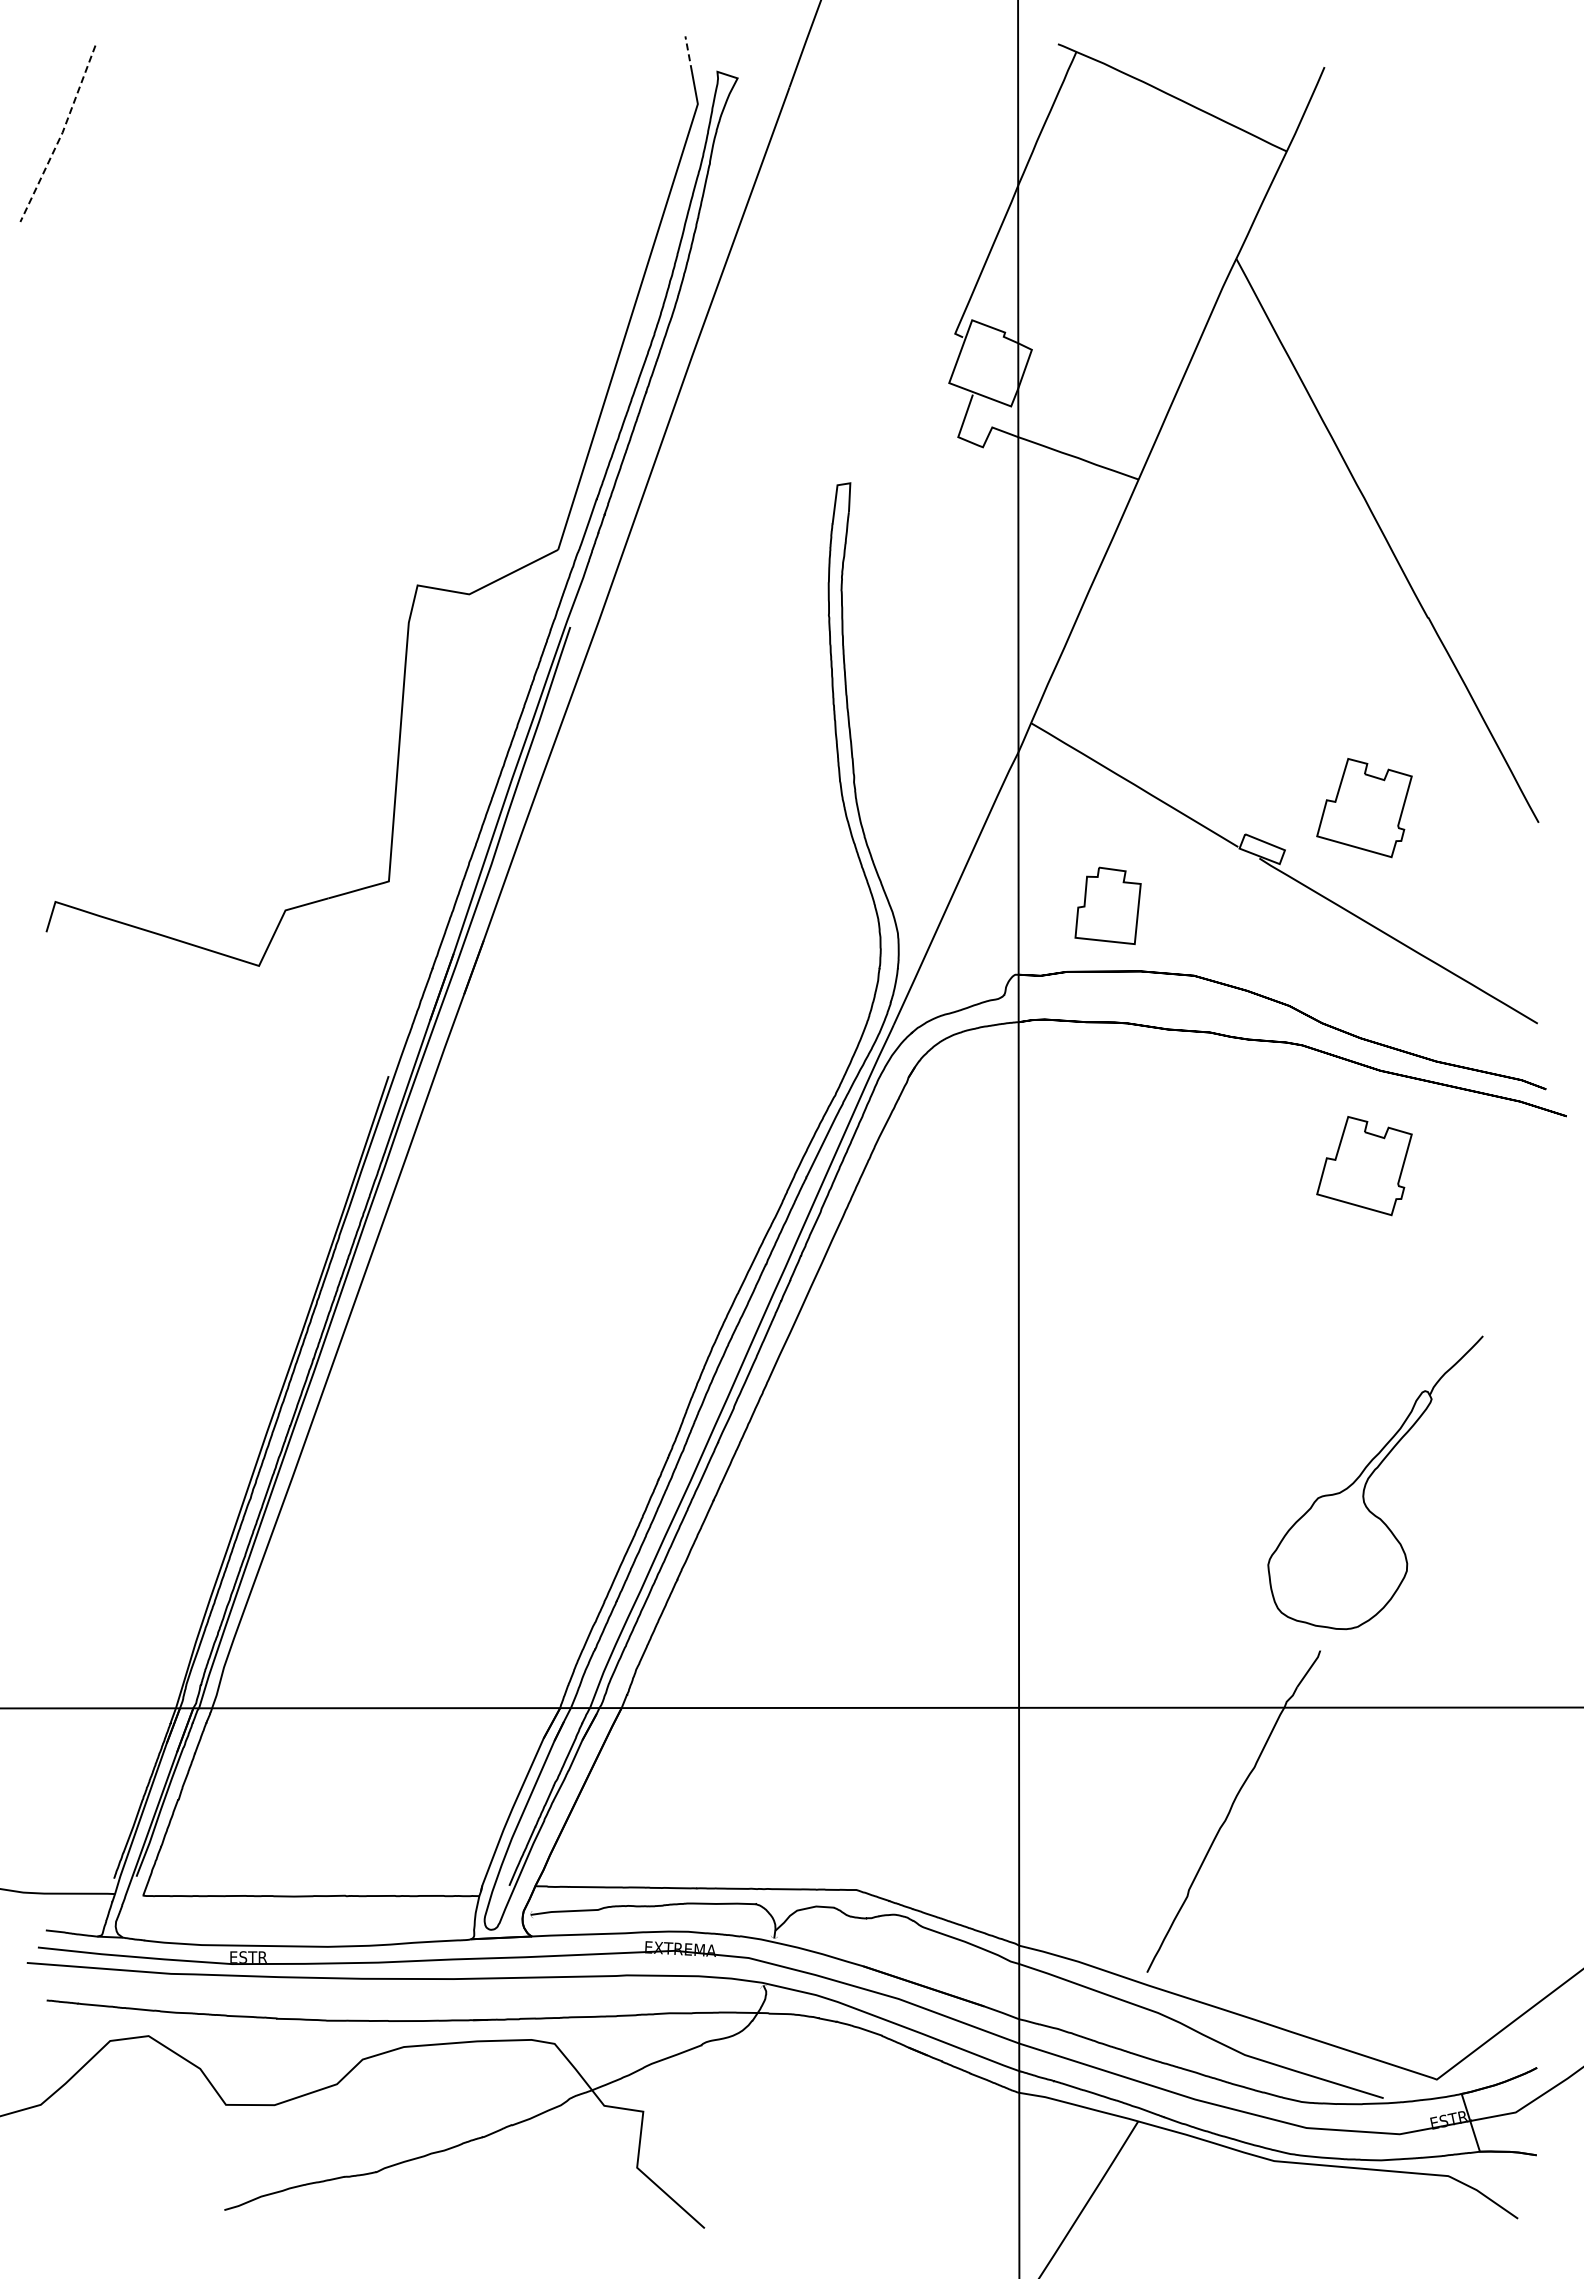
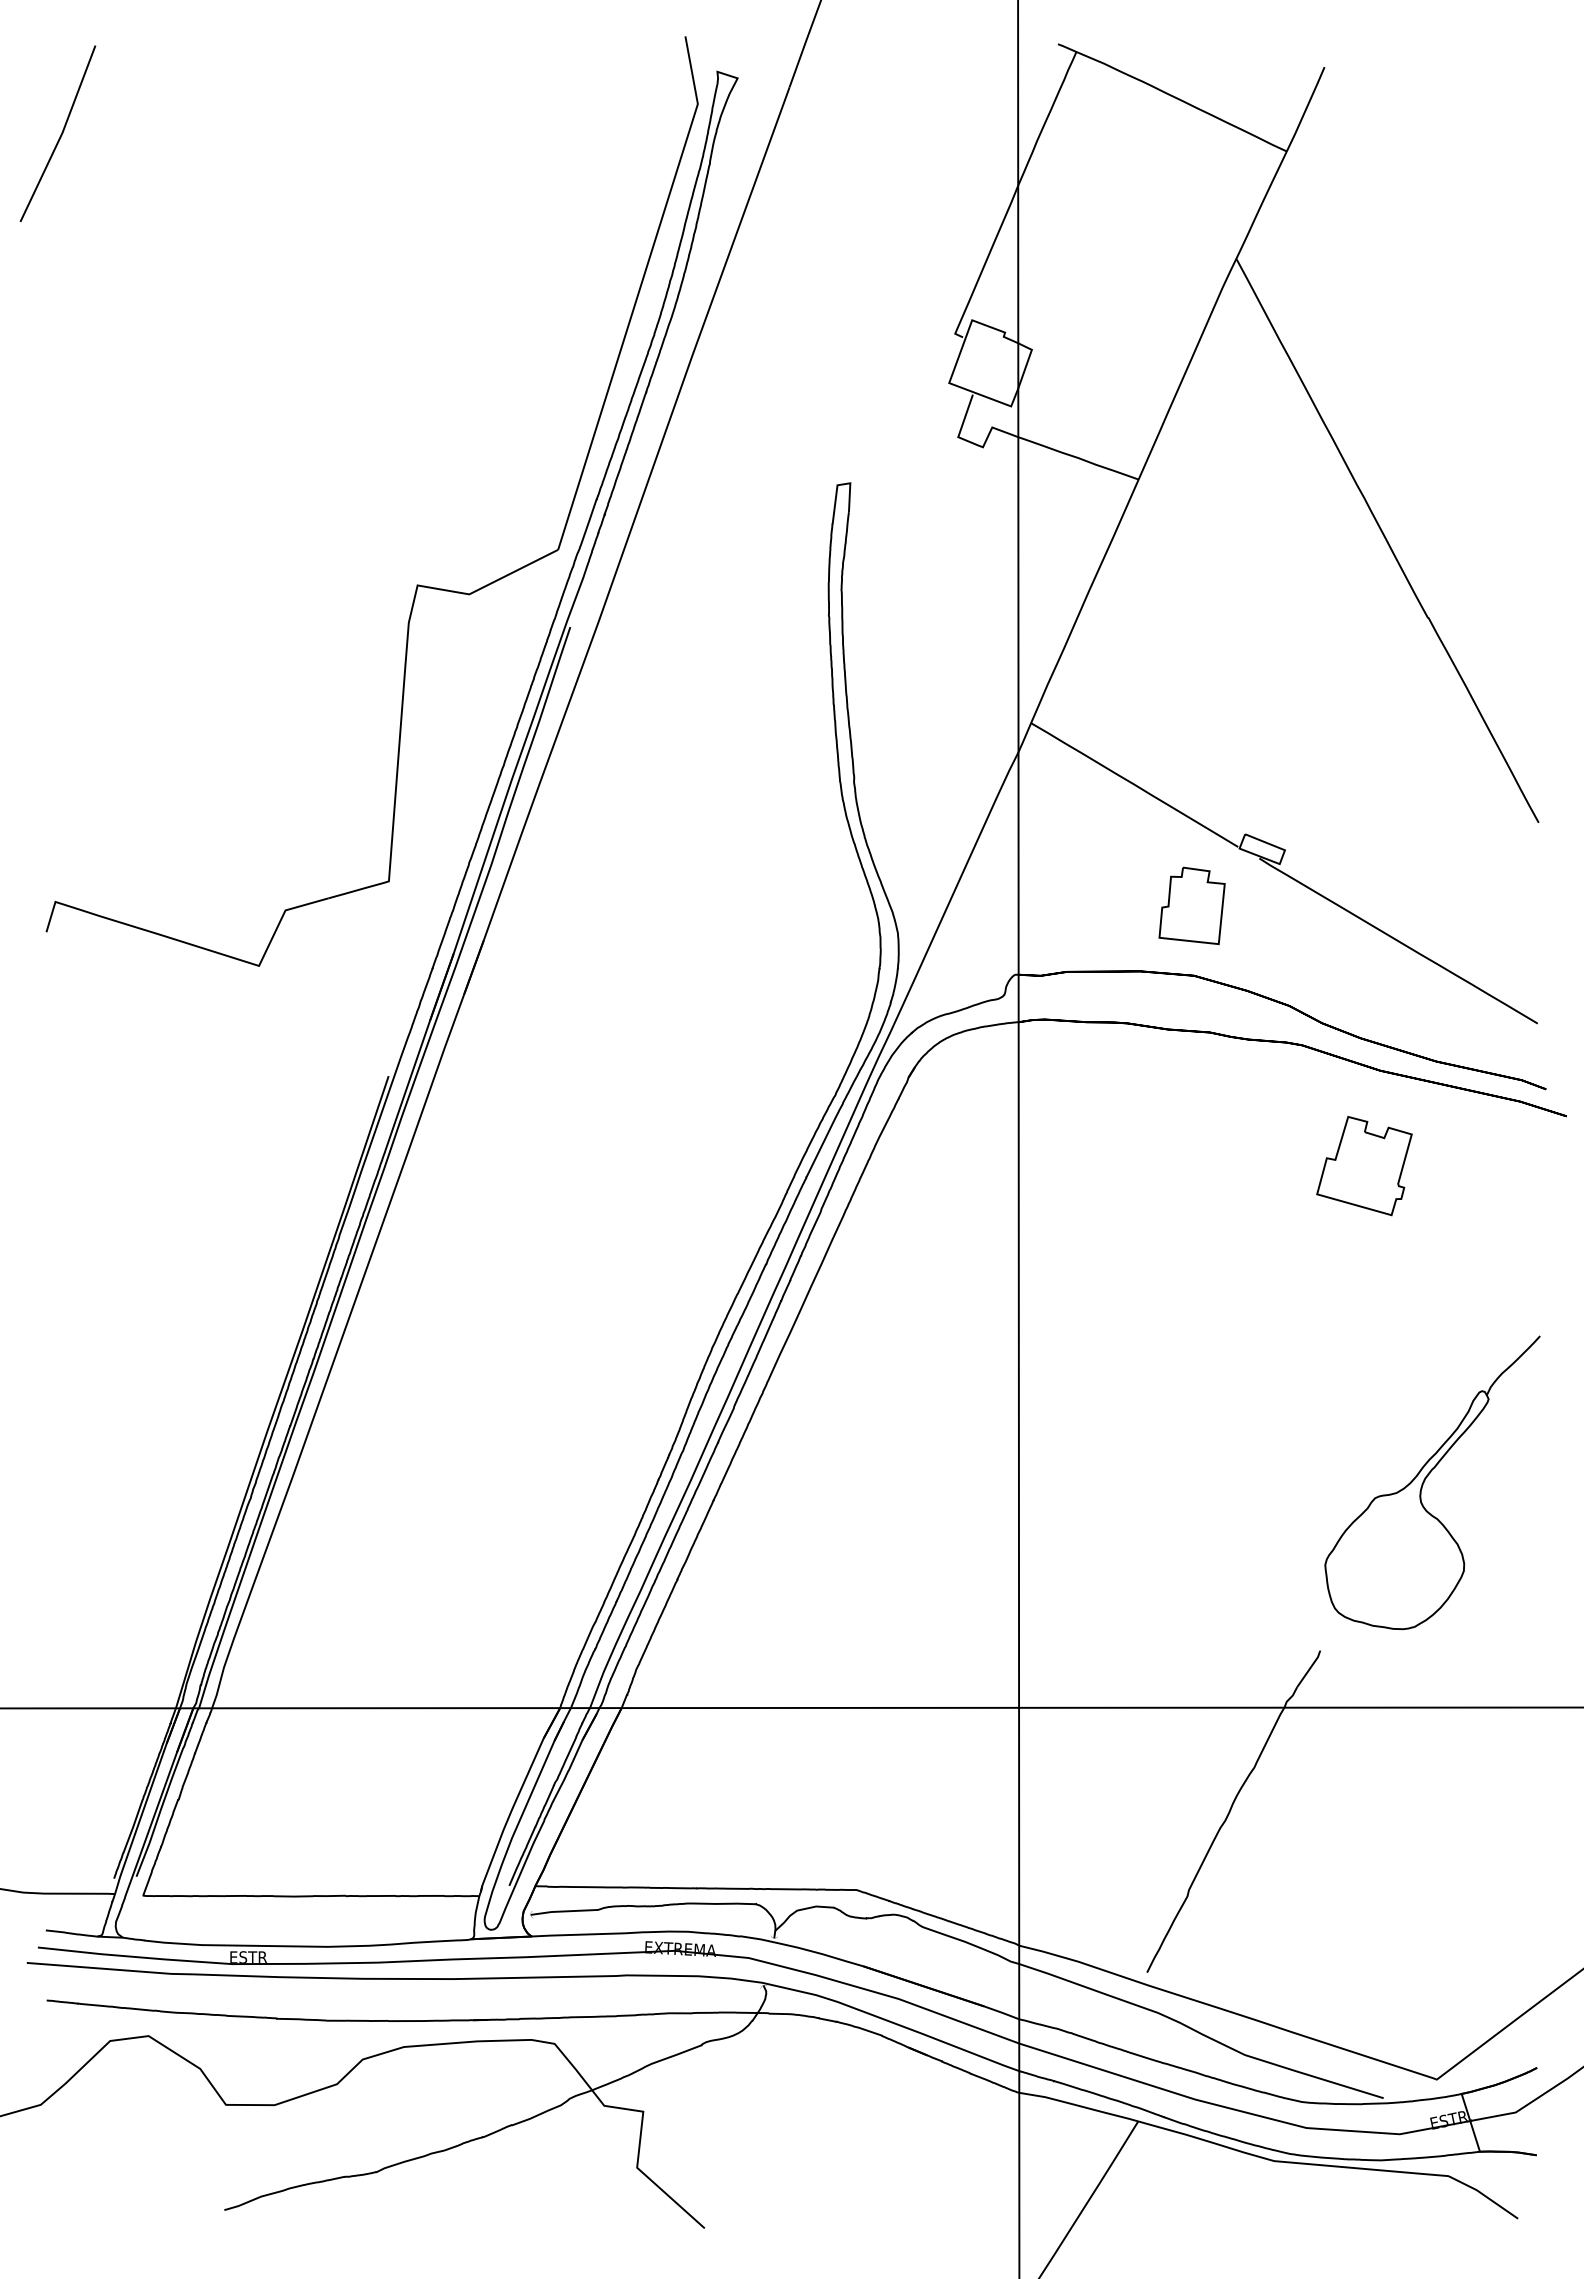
line at (688, 53): dashed -> solid
line at (61, 134): dashed -> solid
part at (1364, 808): present -> none
part at (1107, 905) position: (1107, 905) -> (1191, 905)
part at (1370, 1477) position: (1370, 1477) -> (1427, 1477)
